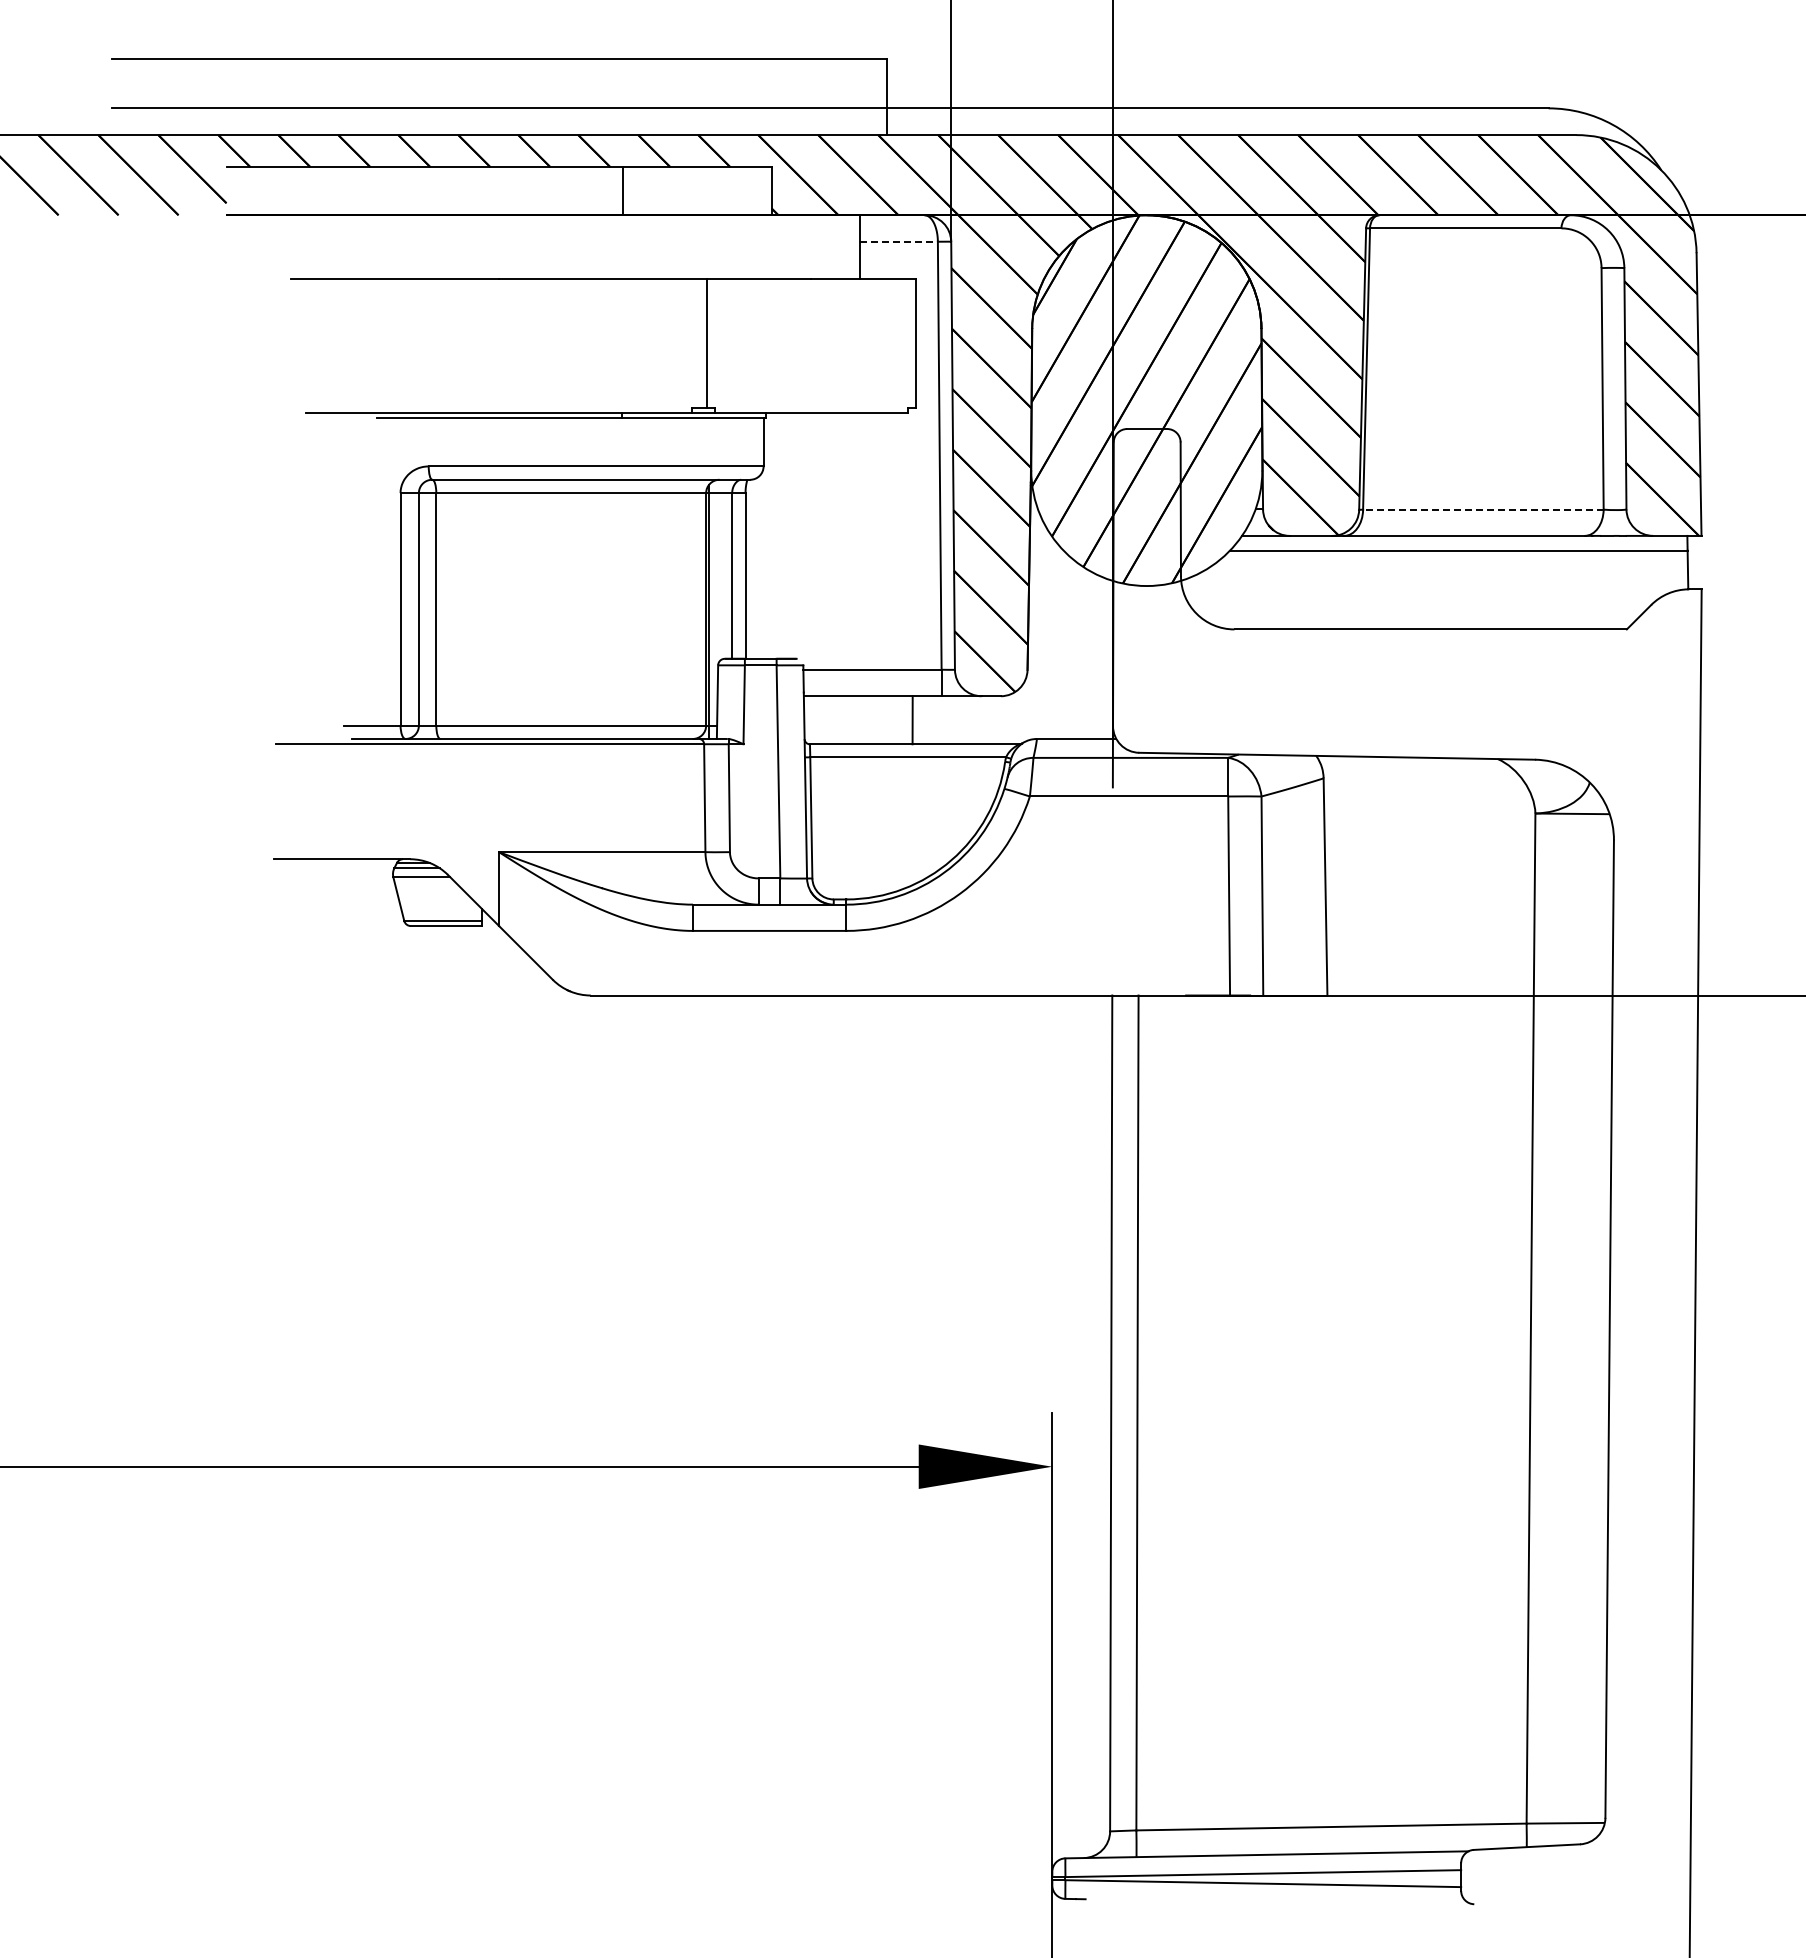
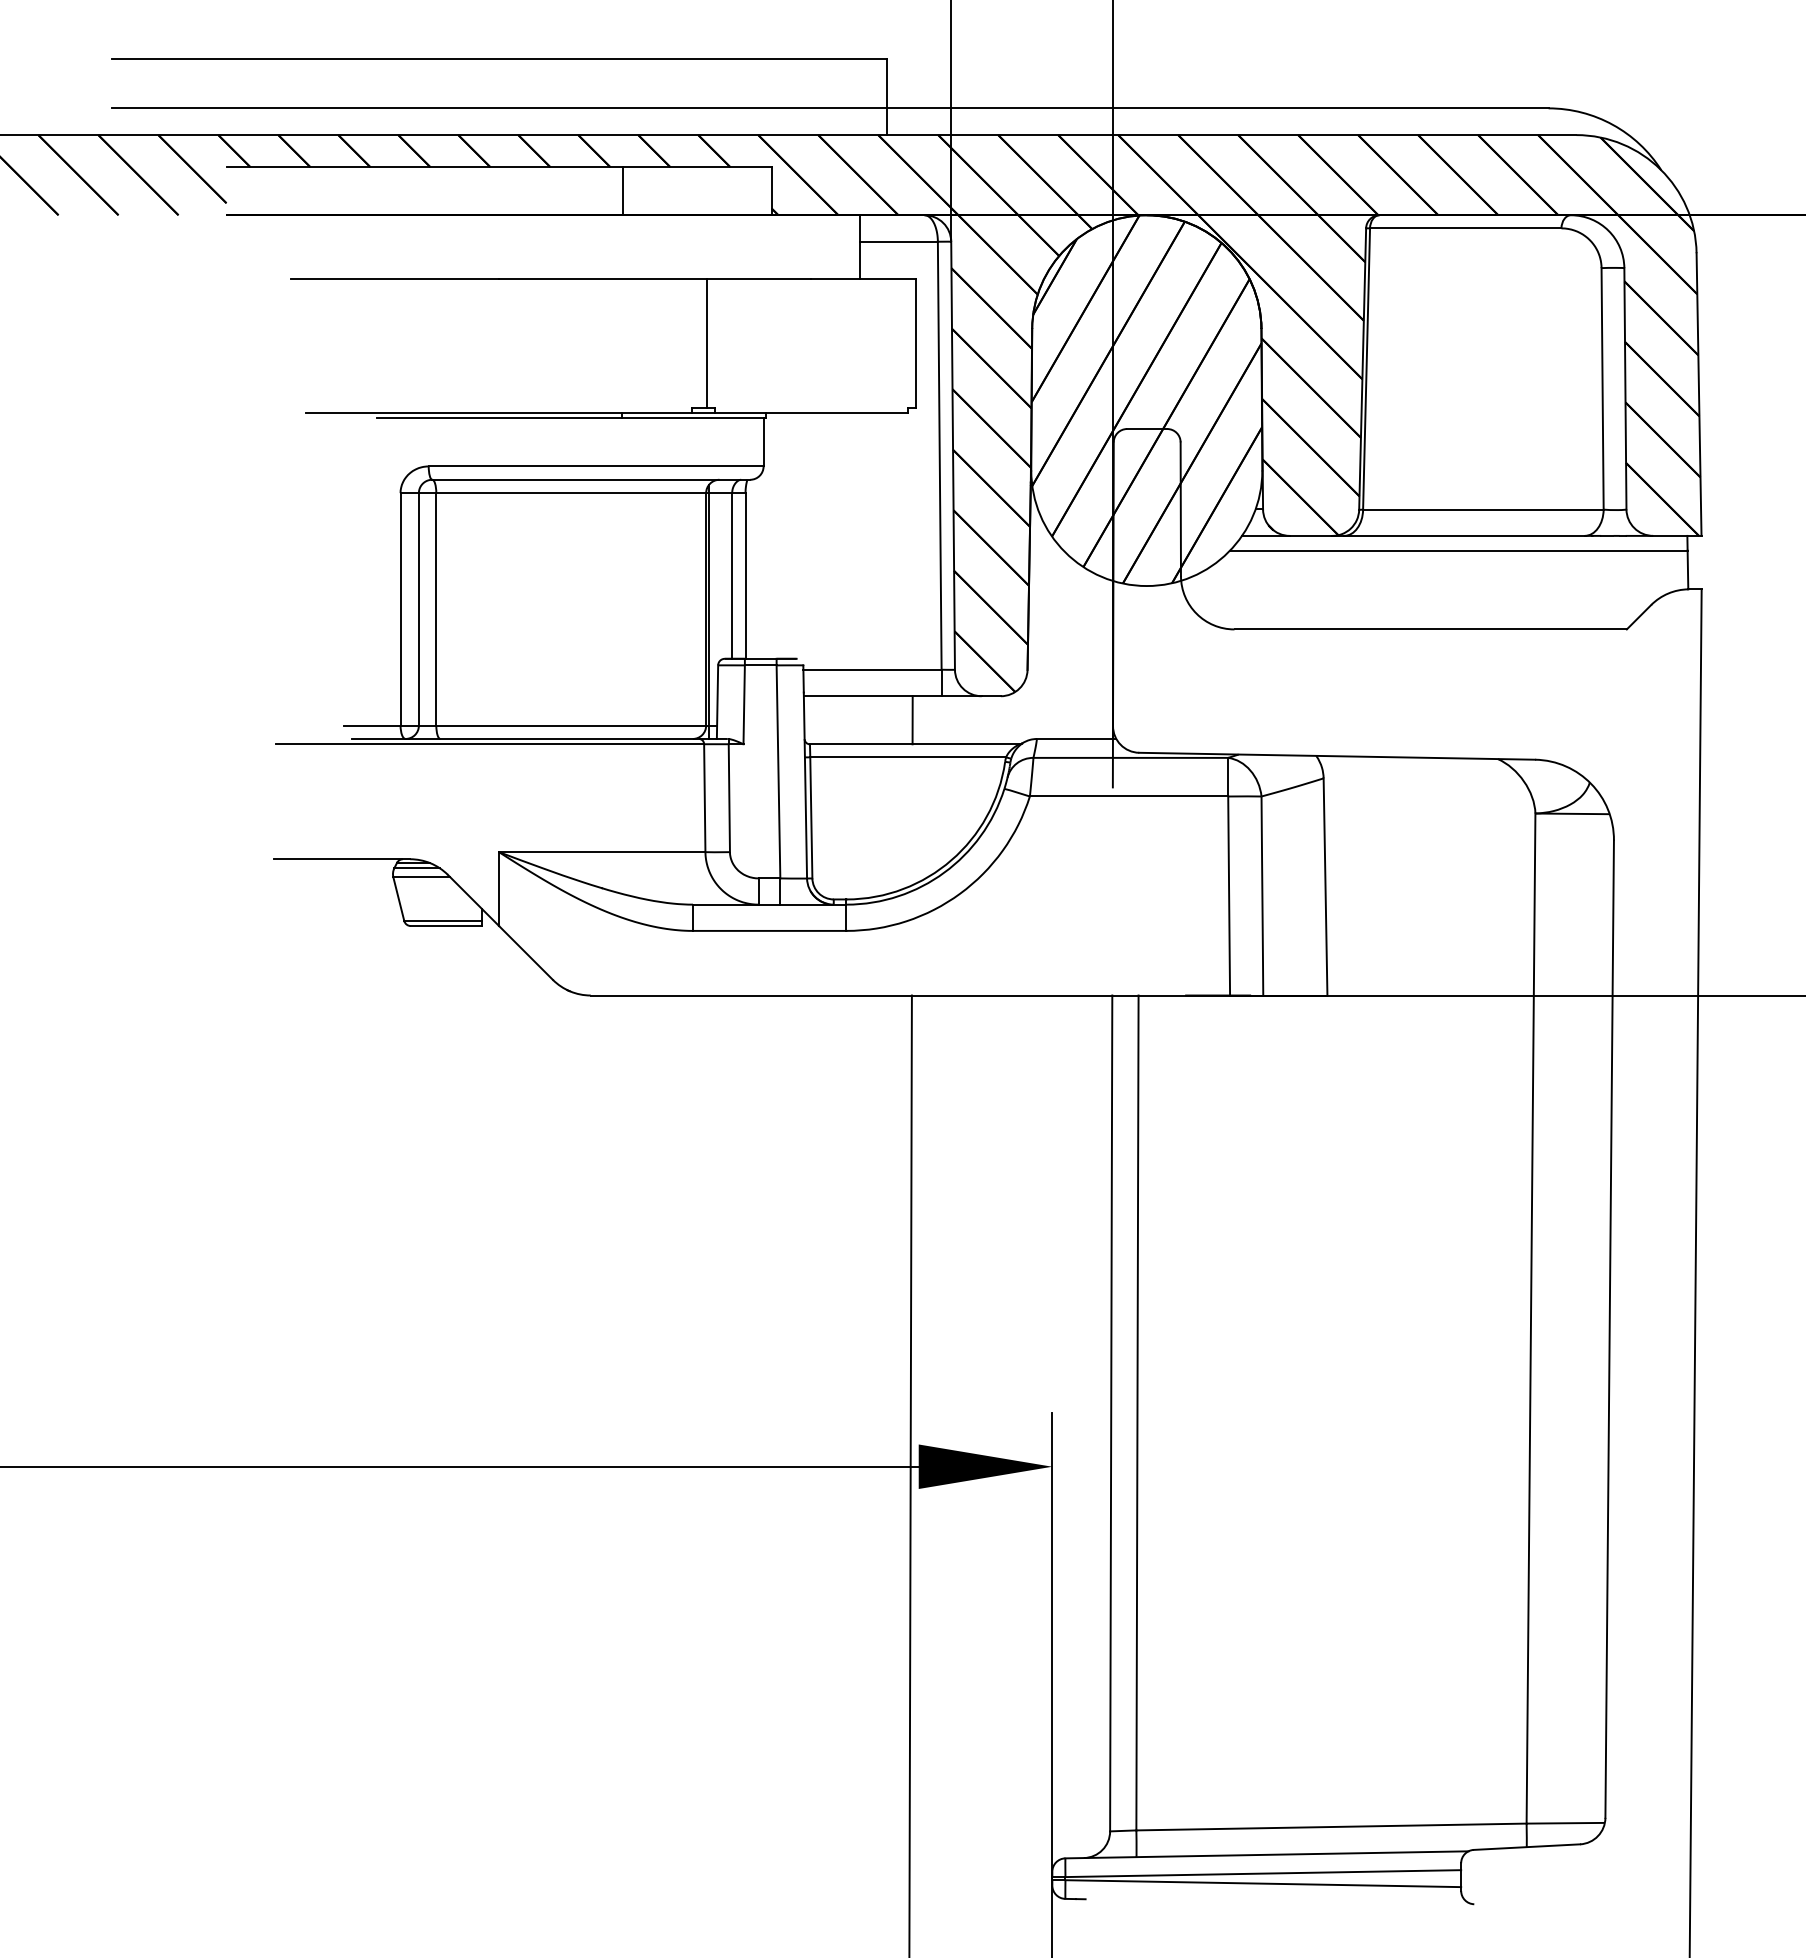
line at (899, 241): dashed -> solid
line at (1482, 509): dashed -> solid
line at (910, 1474): none -> present
